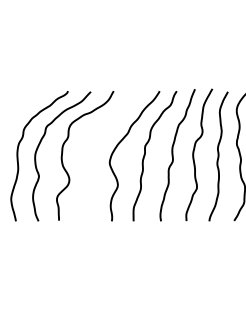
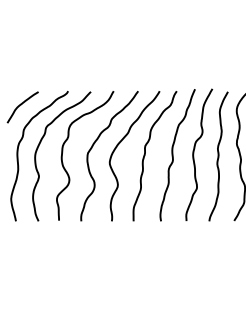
curve at (21, 105): none -> present
curve at (92, 148): none -> present
